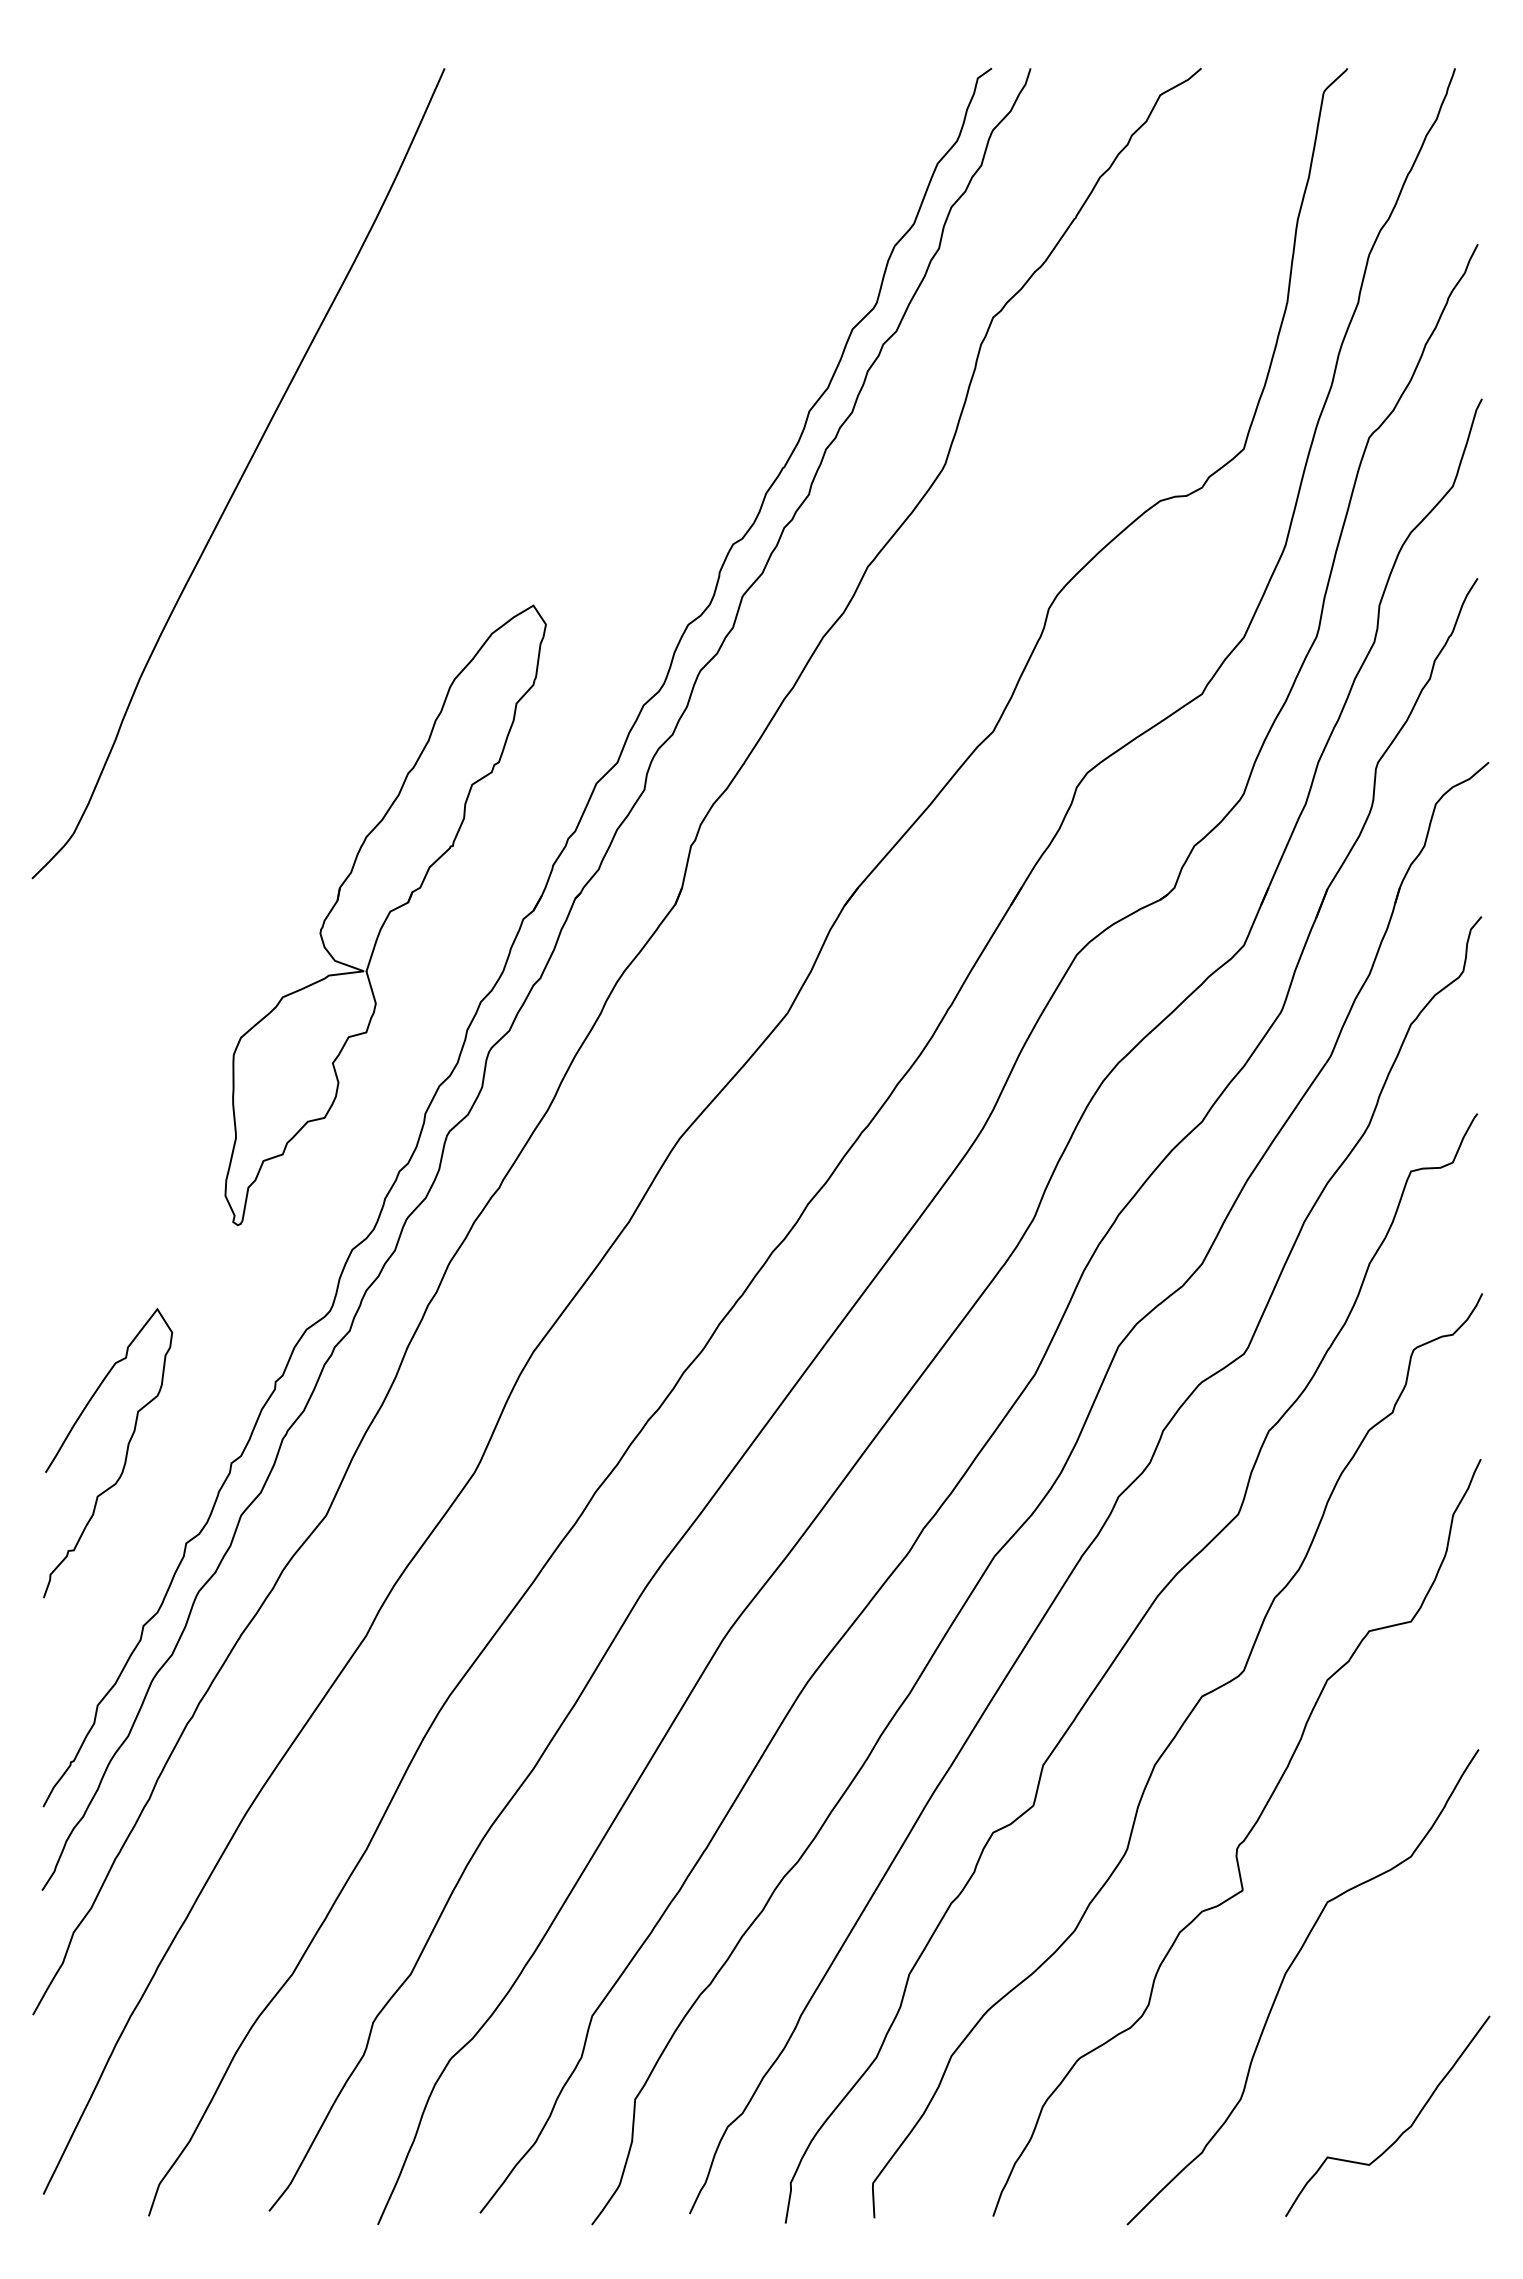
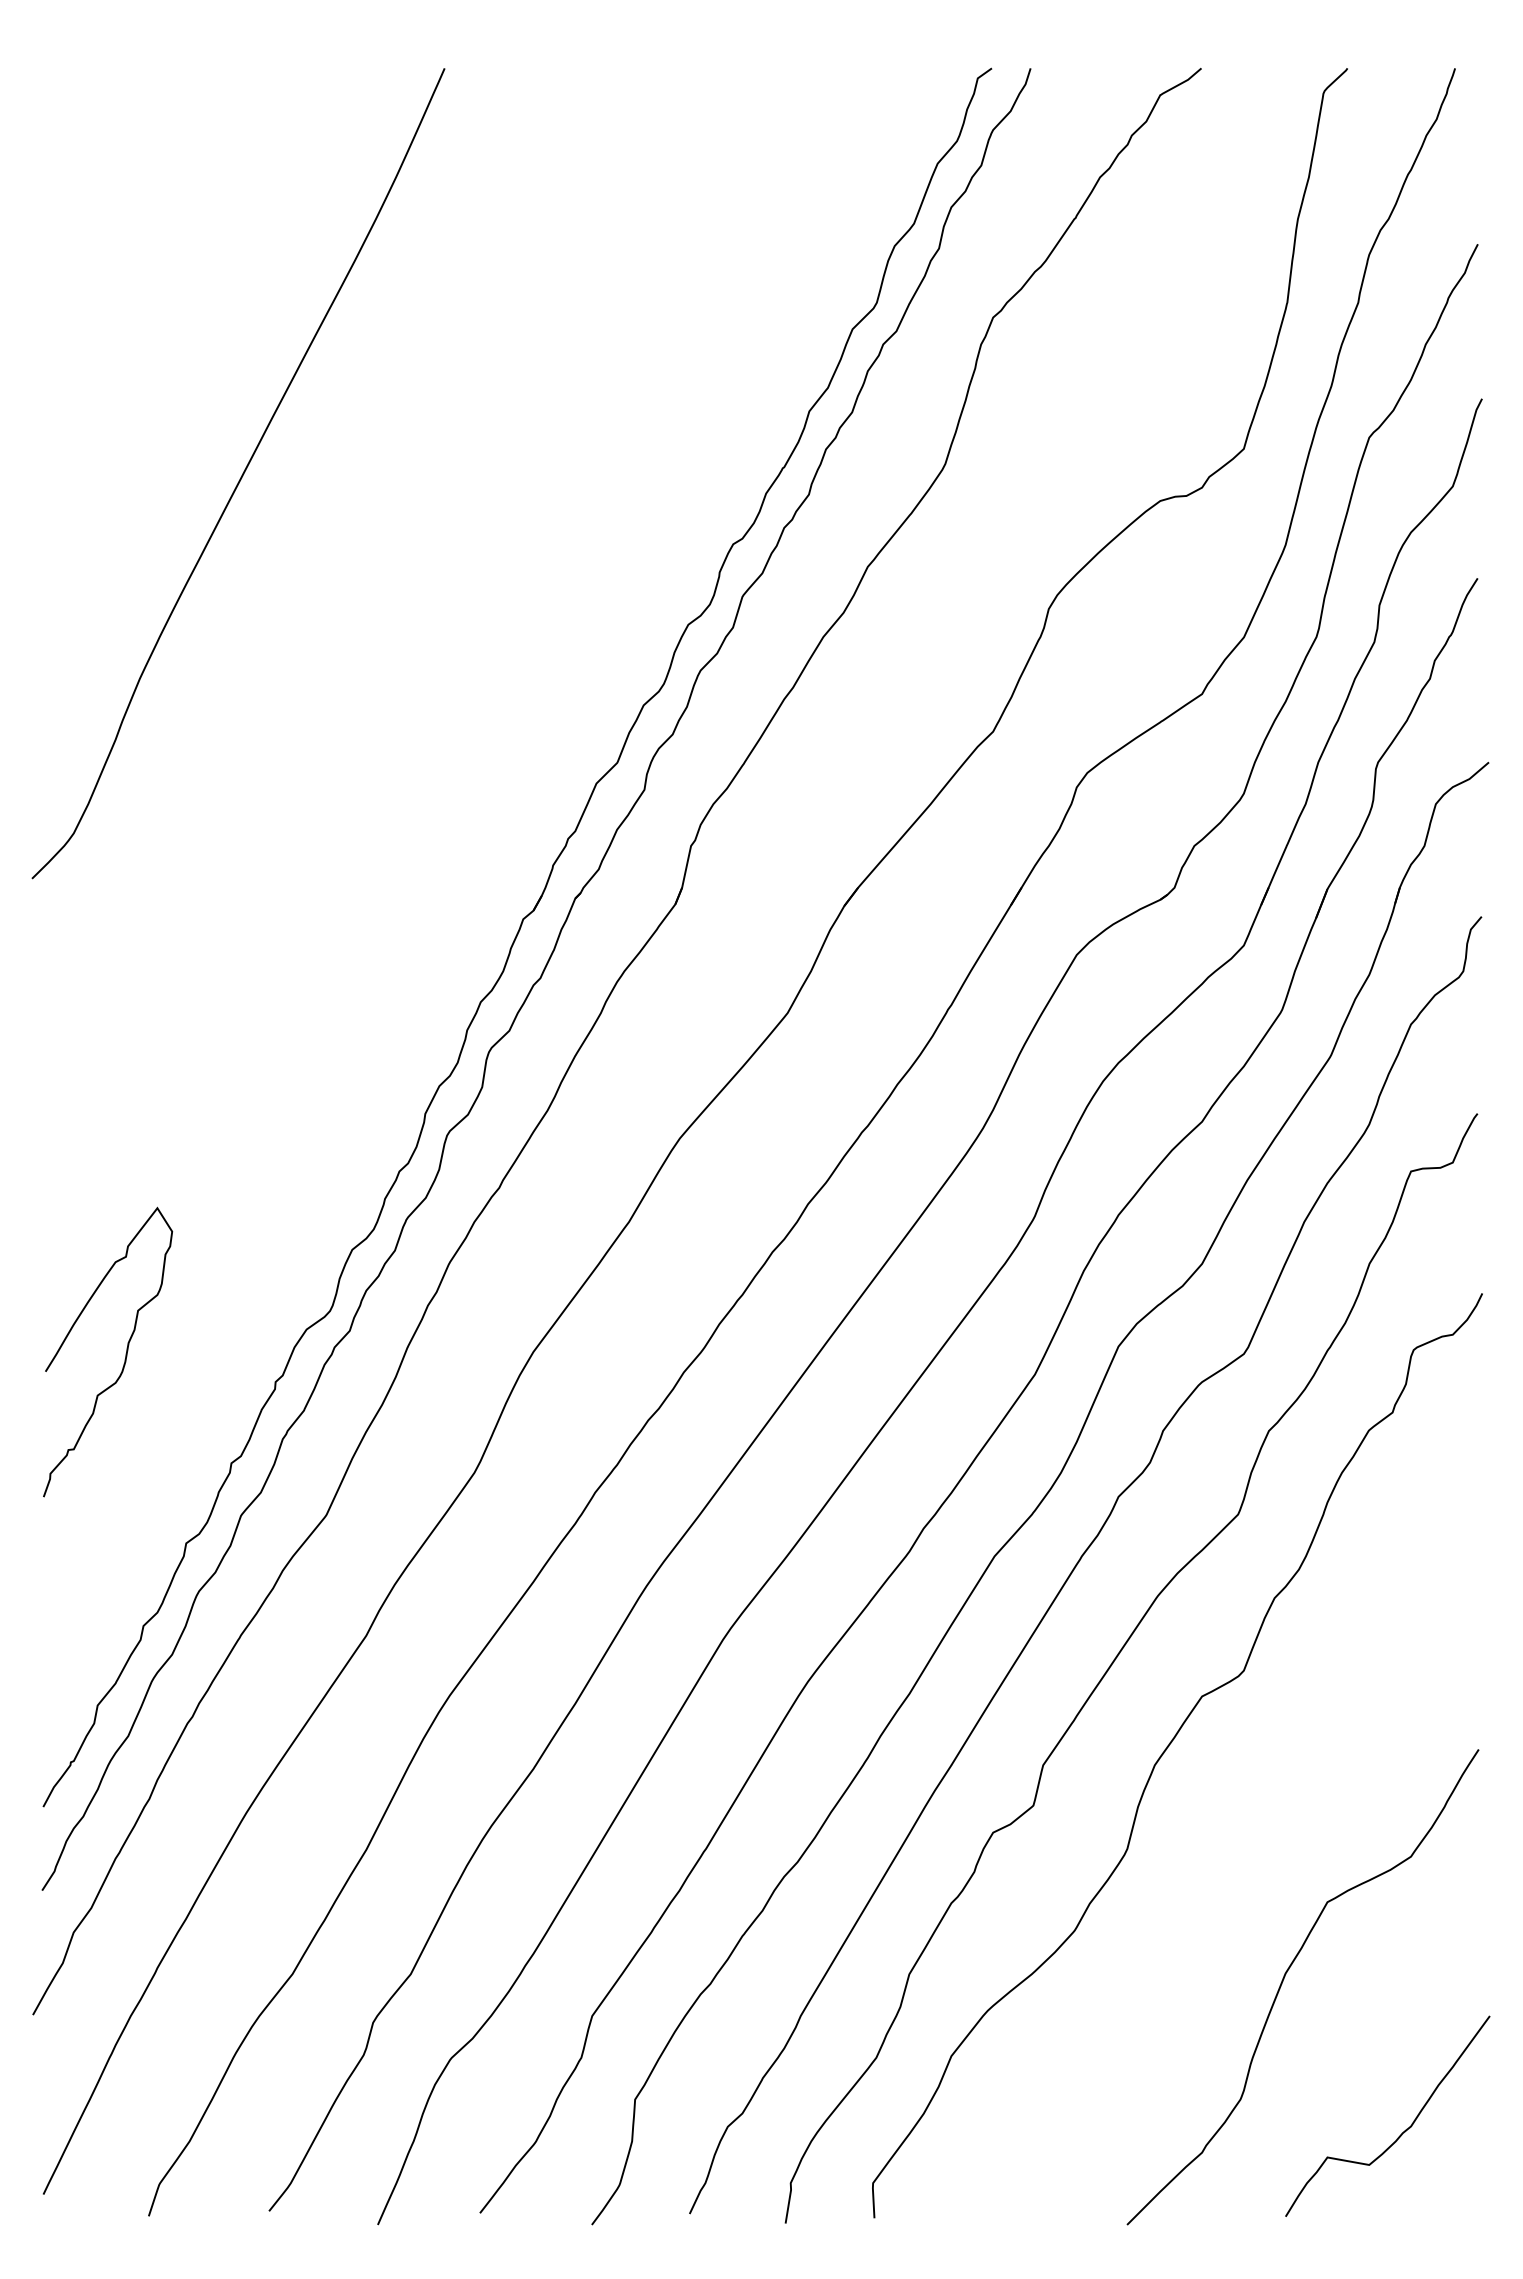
part at (385, 915): present -> none
curve at (125, 1454) position: (125, 1454) -> (125, 1353)
curve at (1241, 1841): present -> none
